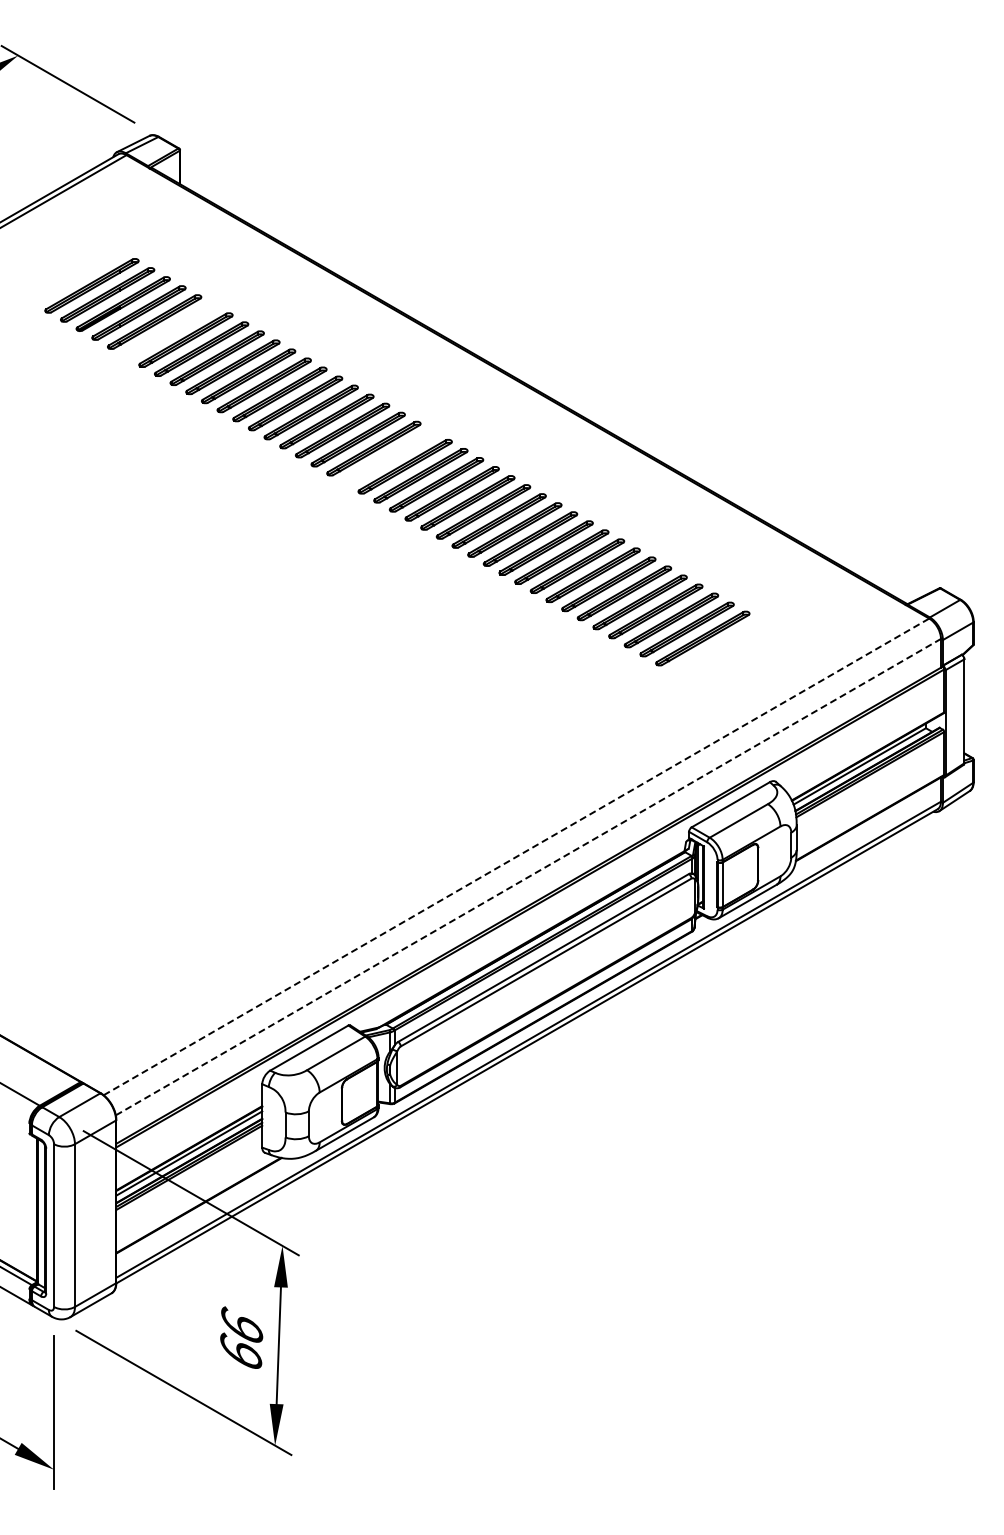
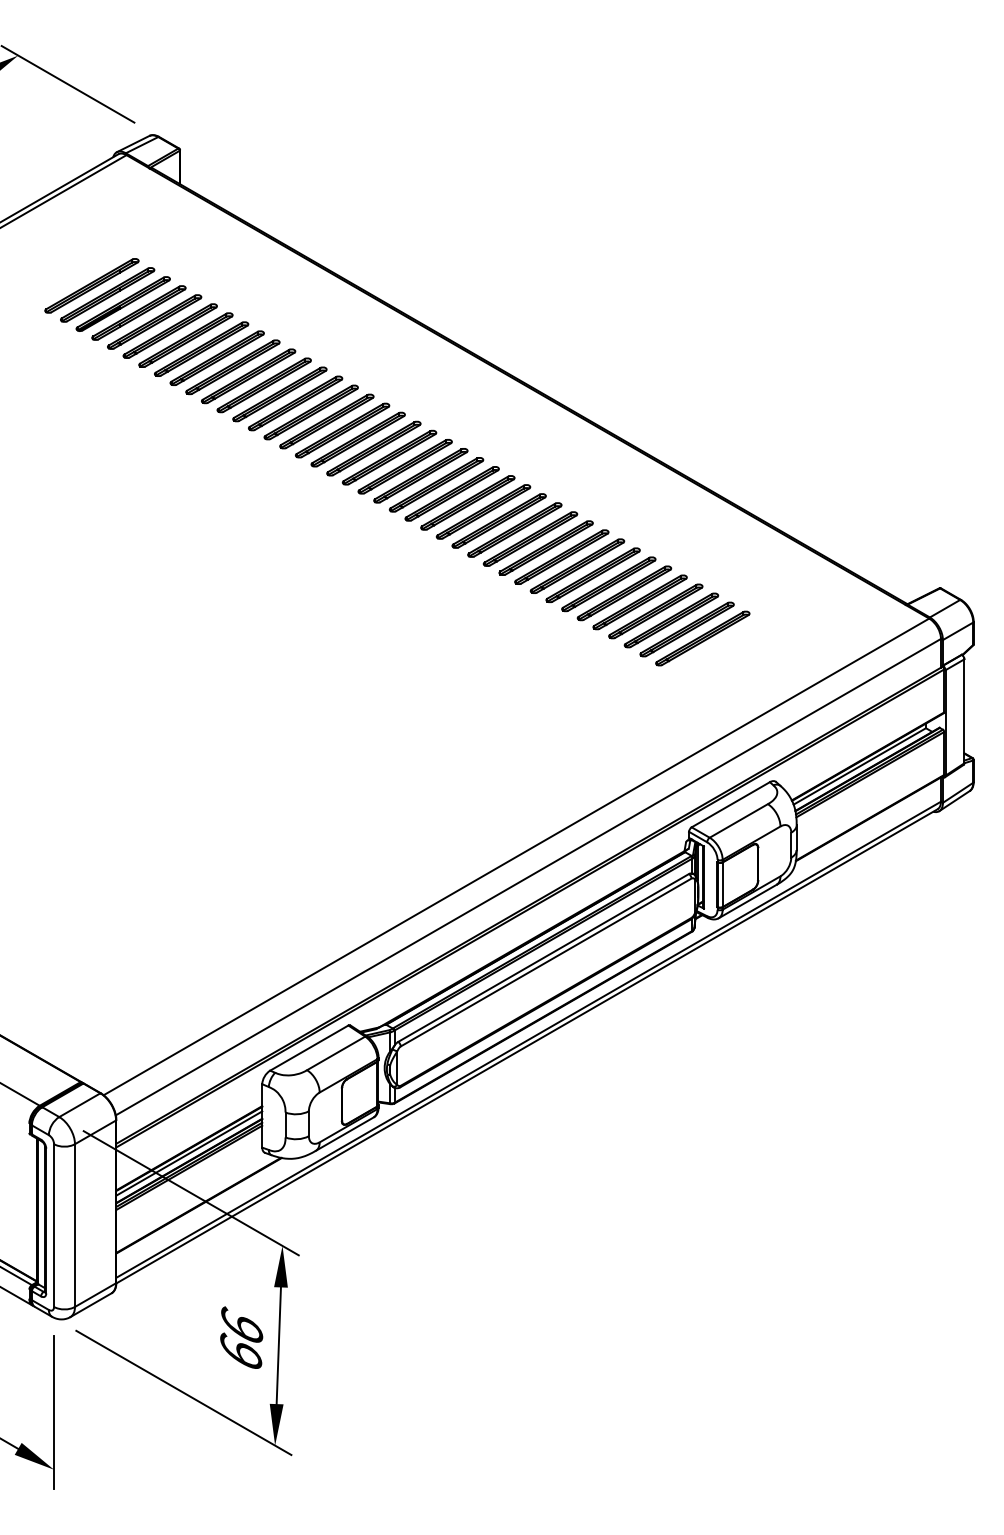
part at (169, 330): none -> present
part at (389, 457): none -> present
line at (516, 856): dashed -> solid
line at (528, 876): dashed -> solid
